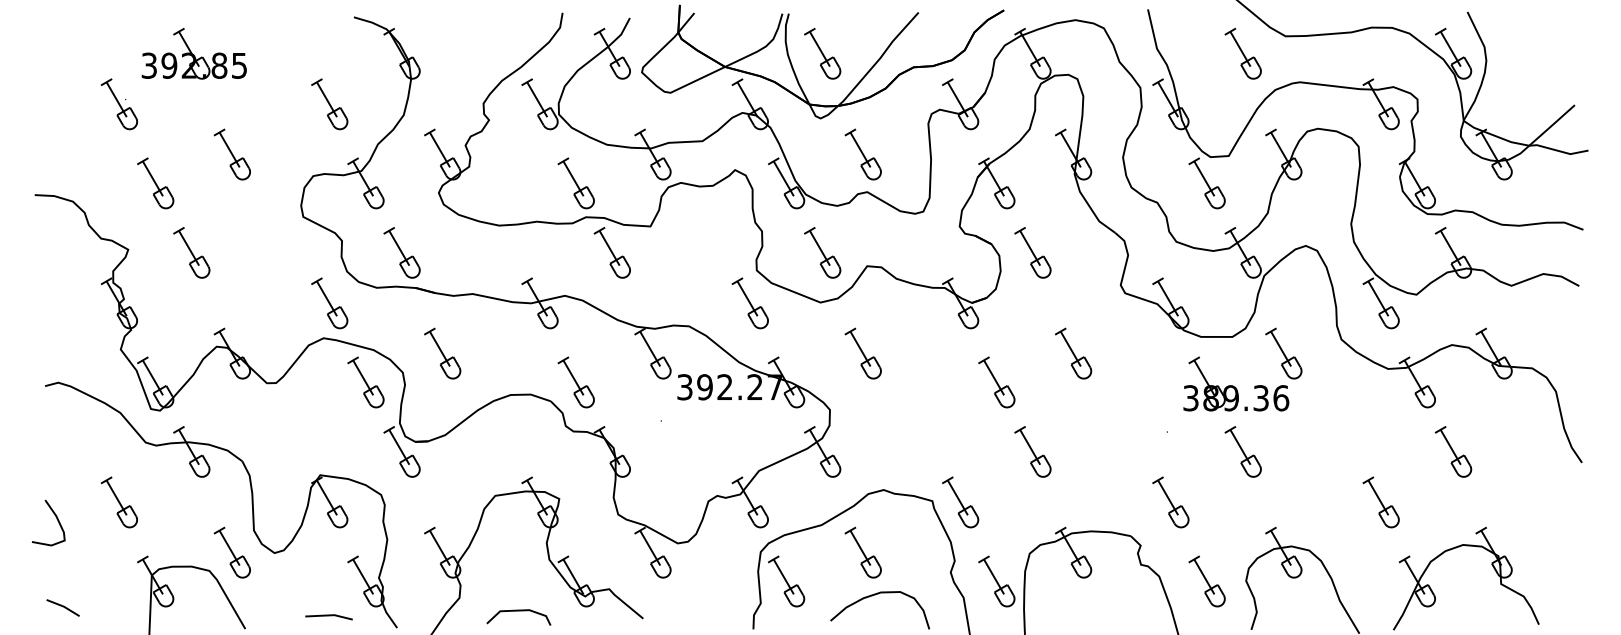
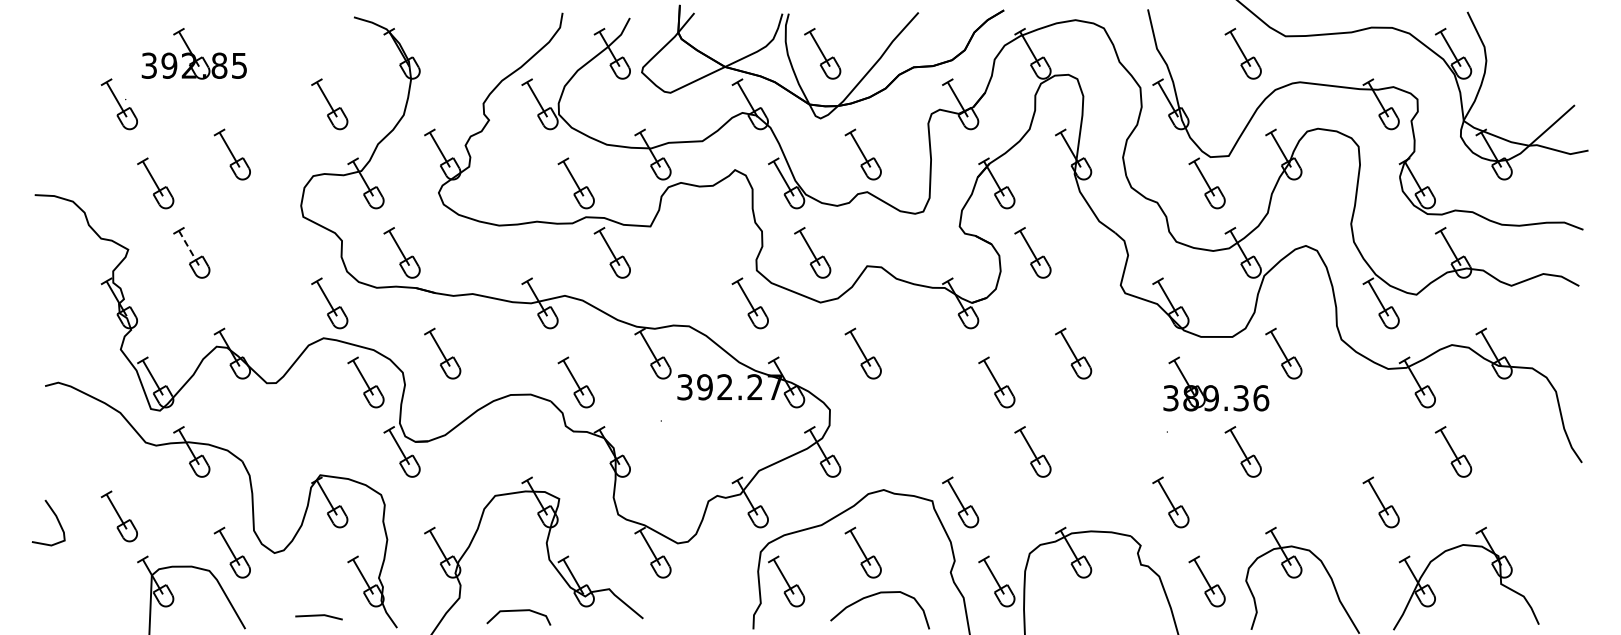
line at (189, 248): solid -> dashed
part at (822, 252) position: (822, 252) -> (812, 252)
part at (1236, 383) position: (1236, 383) -> (1216, 383)
part at (118, 502) position: (118, 502) -> (118, 516)
line at (62, 607): present -> none
line at (328, 616) position: (328, 616) -> (318, 616)
